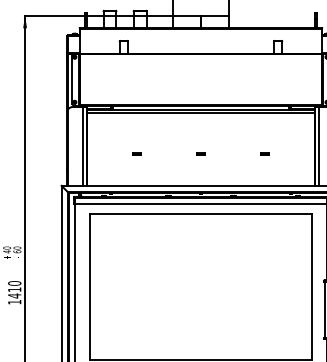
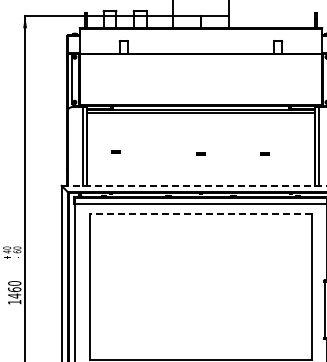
part at (136, 153) position: (136, 153) -> (115, 151)
line at (194, 185): solid -> dashed
line at (200, 213): solid -> dashed
text at (14, 289): 1410 -> 1460
